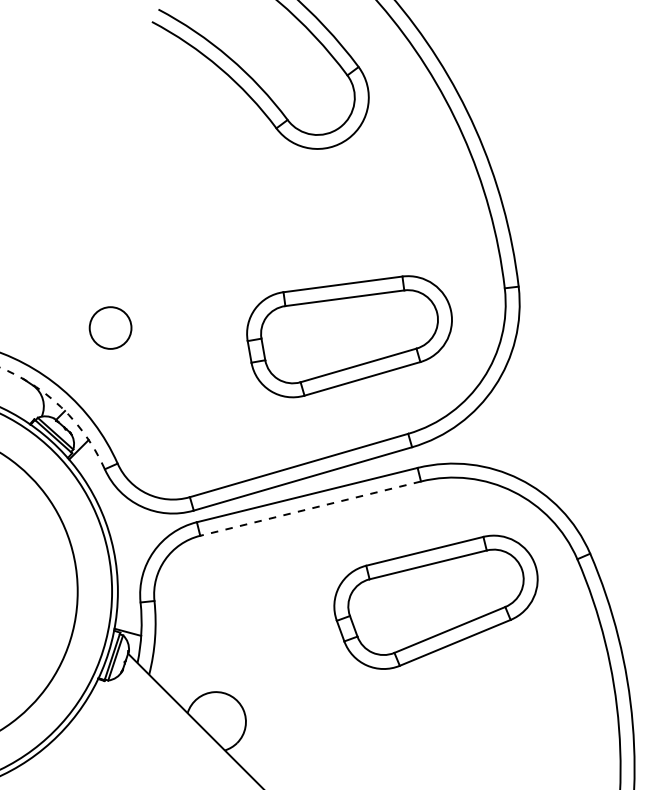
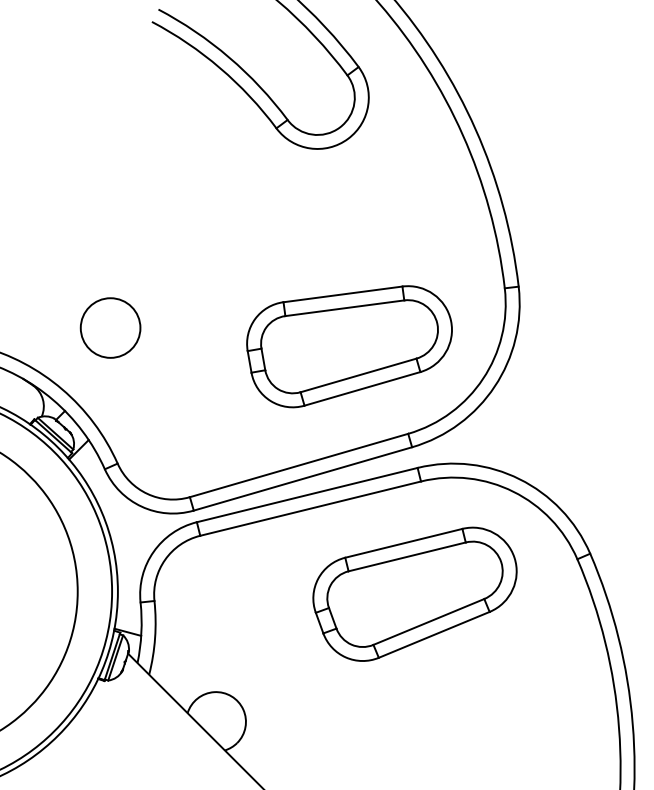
circle at (110, 327) diameter: 42 px -> 60 px
part at (349, 336) position: (349, 336) -> (349, 346)
arc at (61, 407): dashed -> solid
line at (310, 508): dashed -> solid
part at (435, 601) position: (435, 601) -> (414, 593)
